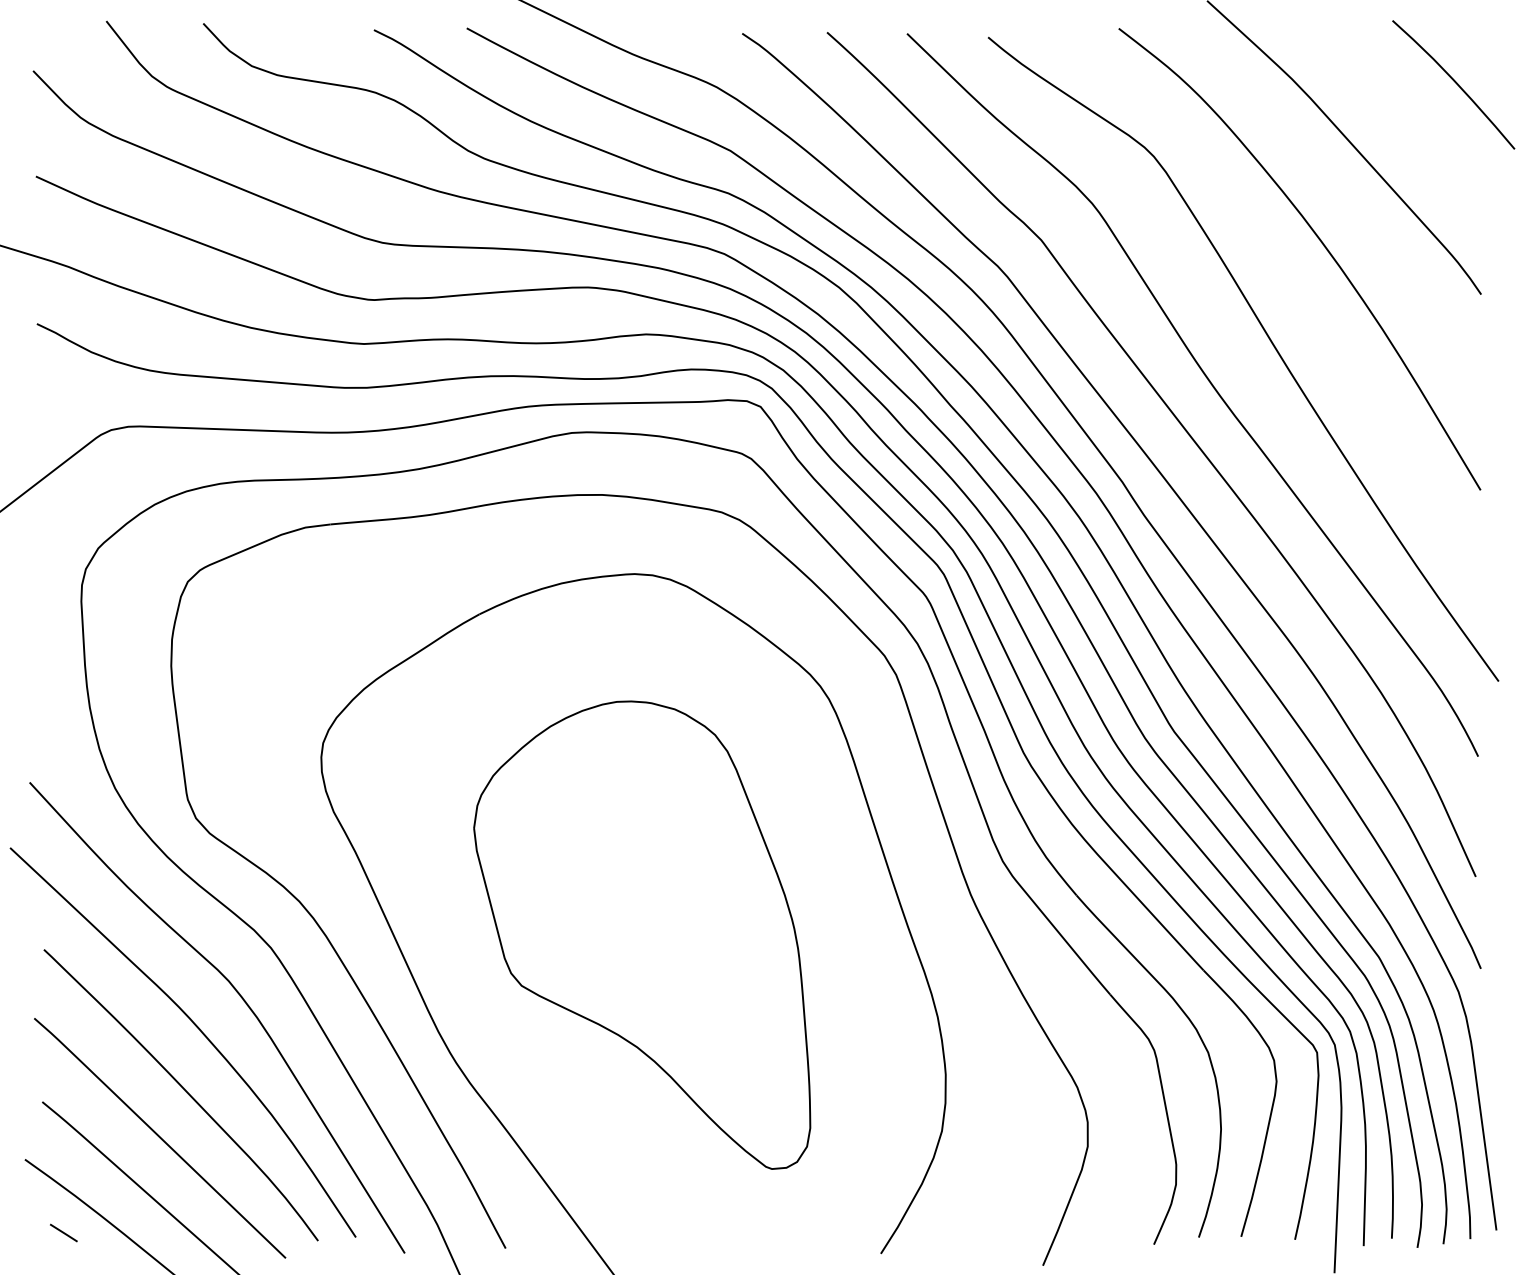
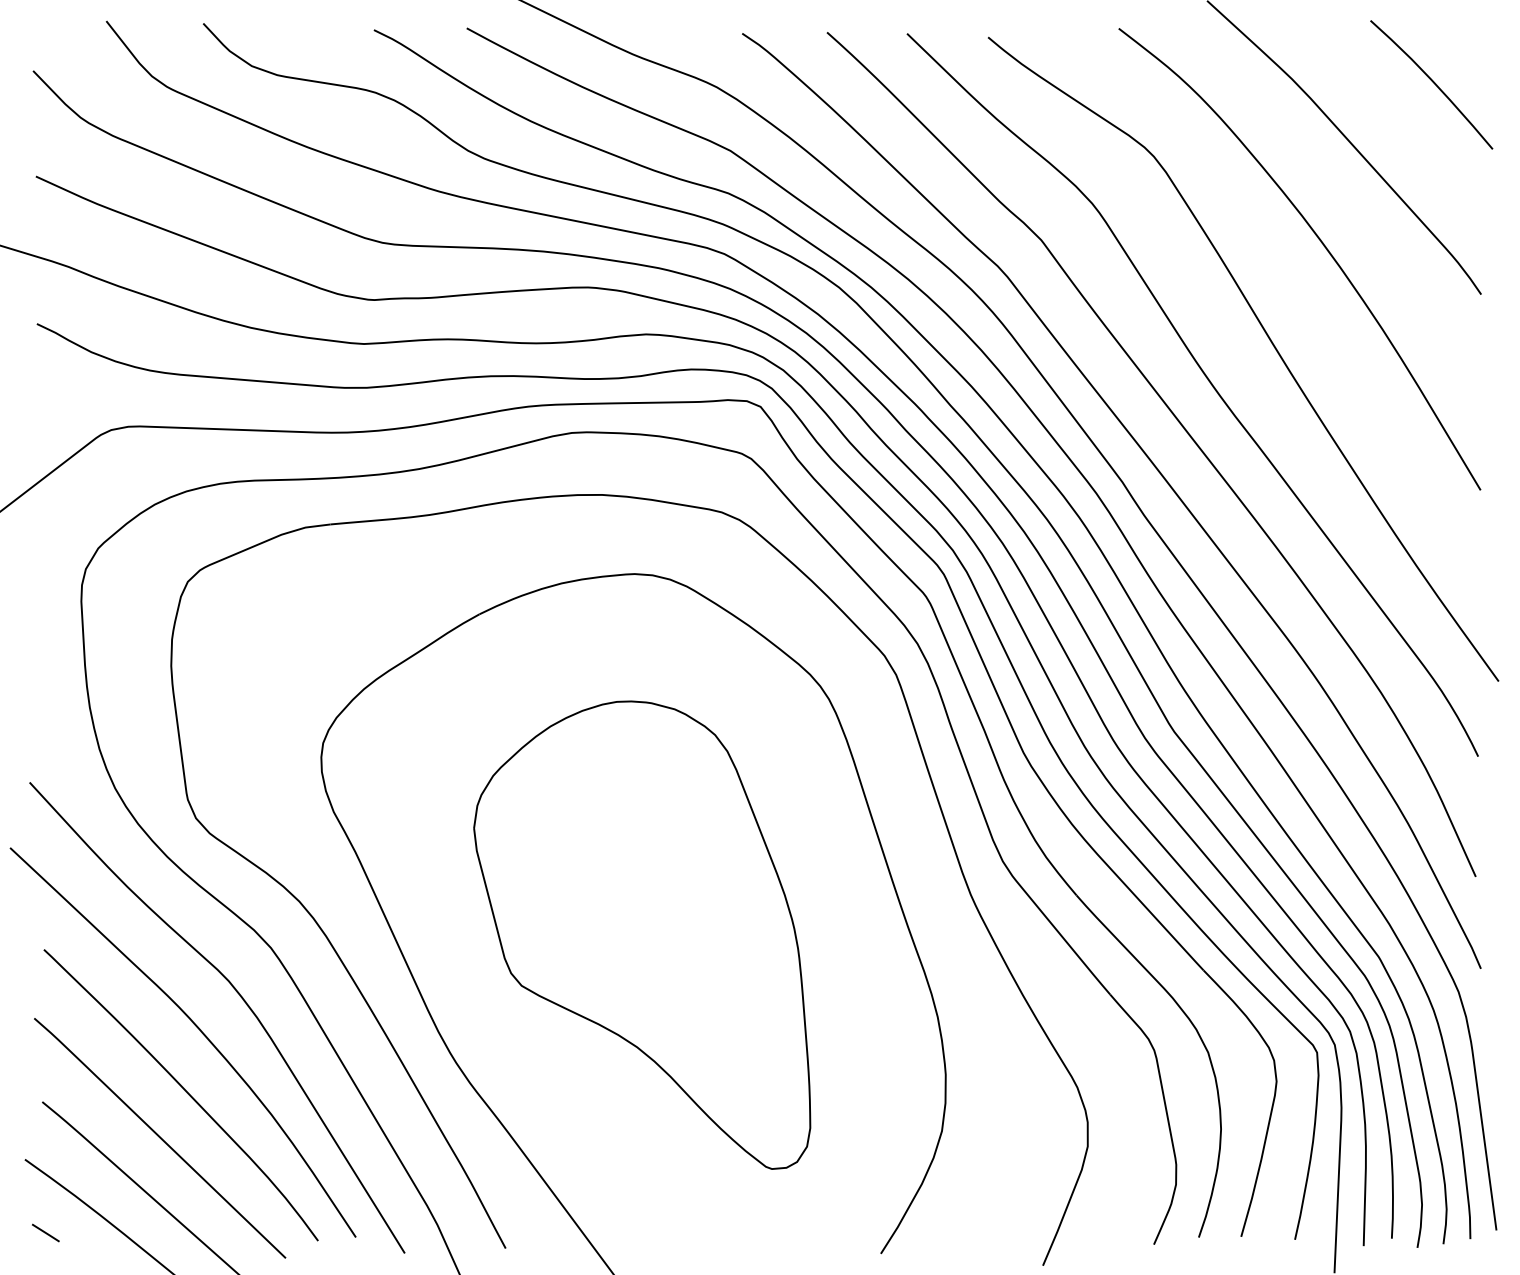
curve at (1454, 82) position: (1454, 82) -> (1432, 82)
line at (63, 1232) position: (63, 1232) -> (45, 1232)
